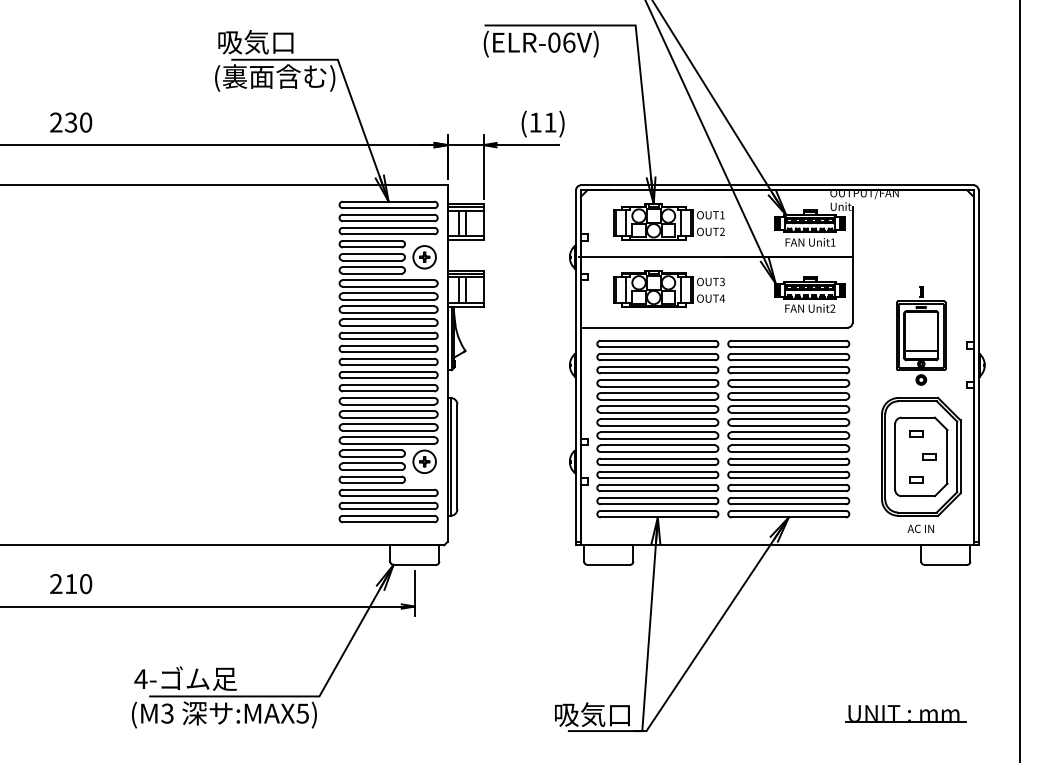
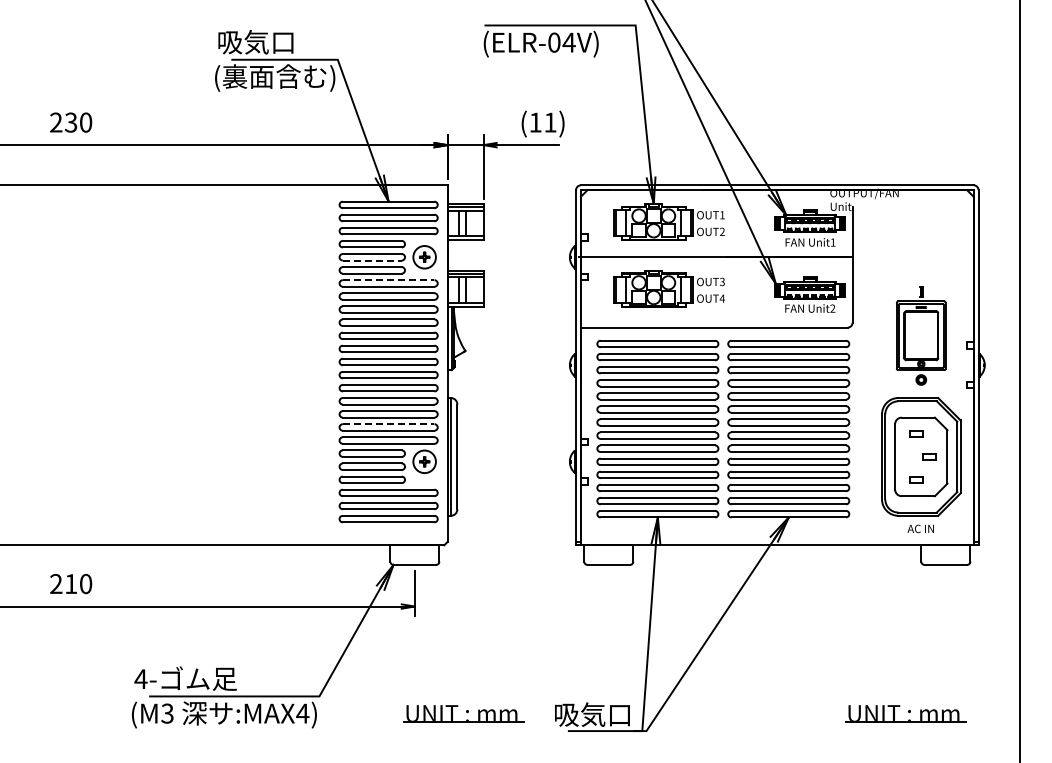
text at (568, 42): (ELR-06V) -> (ELR-04V)
line at (372, 260): solid -> dashed
line at (388, 280): solid -> dashed
line at (920, 351): present -> none
line at (388, 424): solid -> dashed
text at (302, 713): :MAX5) -> :MAX4)
part at (463, 713): none -> present
